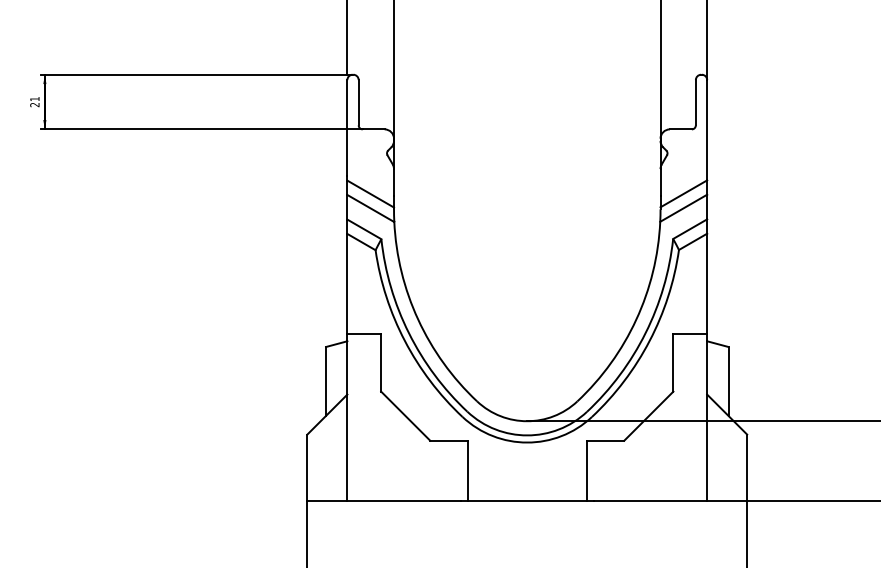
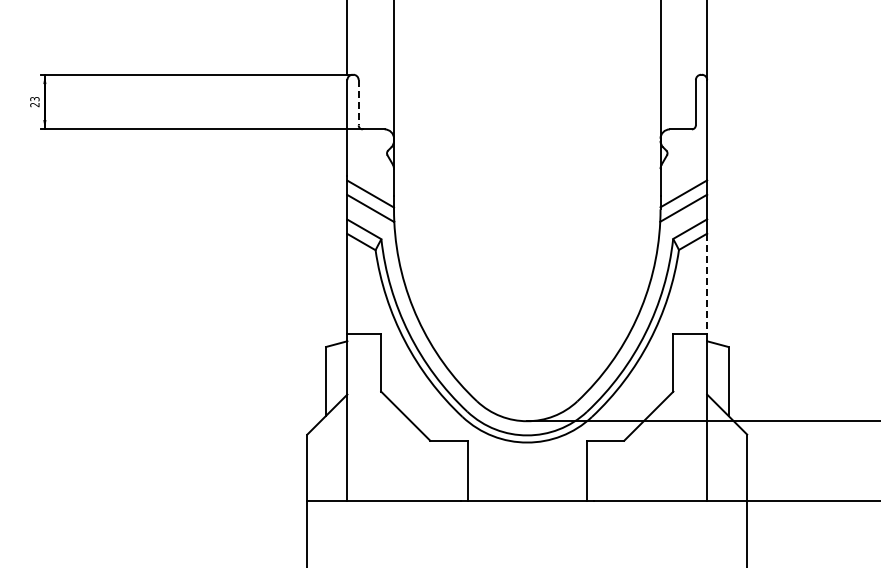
text at (34, 99): 21 -> 23
line at (358, 102): solid -> dashed
line at (707, 284): solid -> dashed
